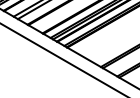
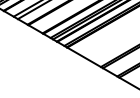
line at (63, 59): present -> none
